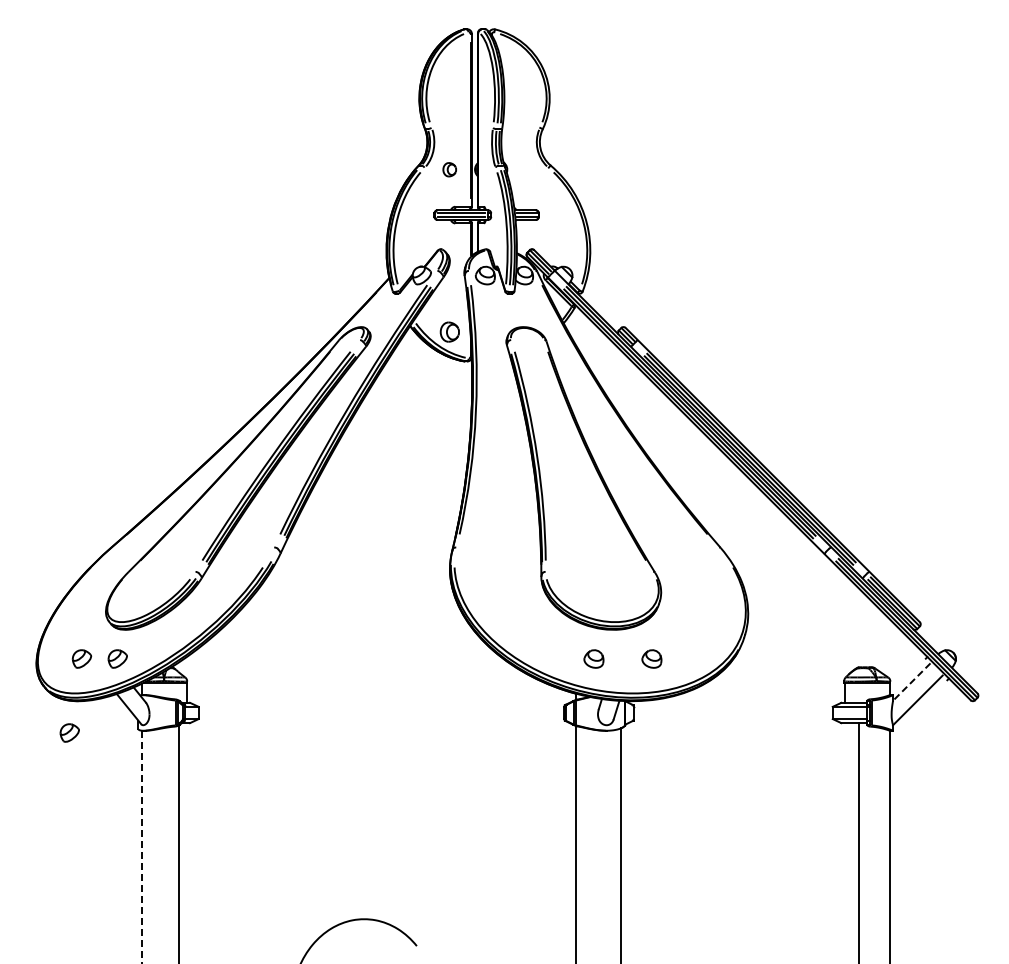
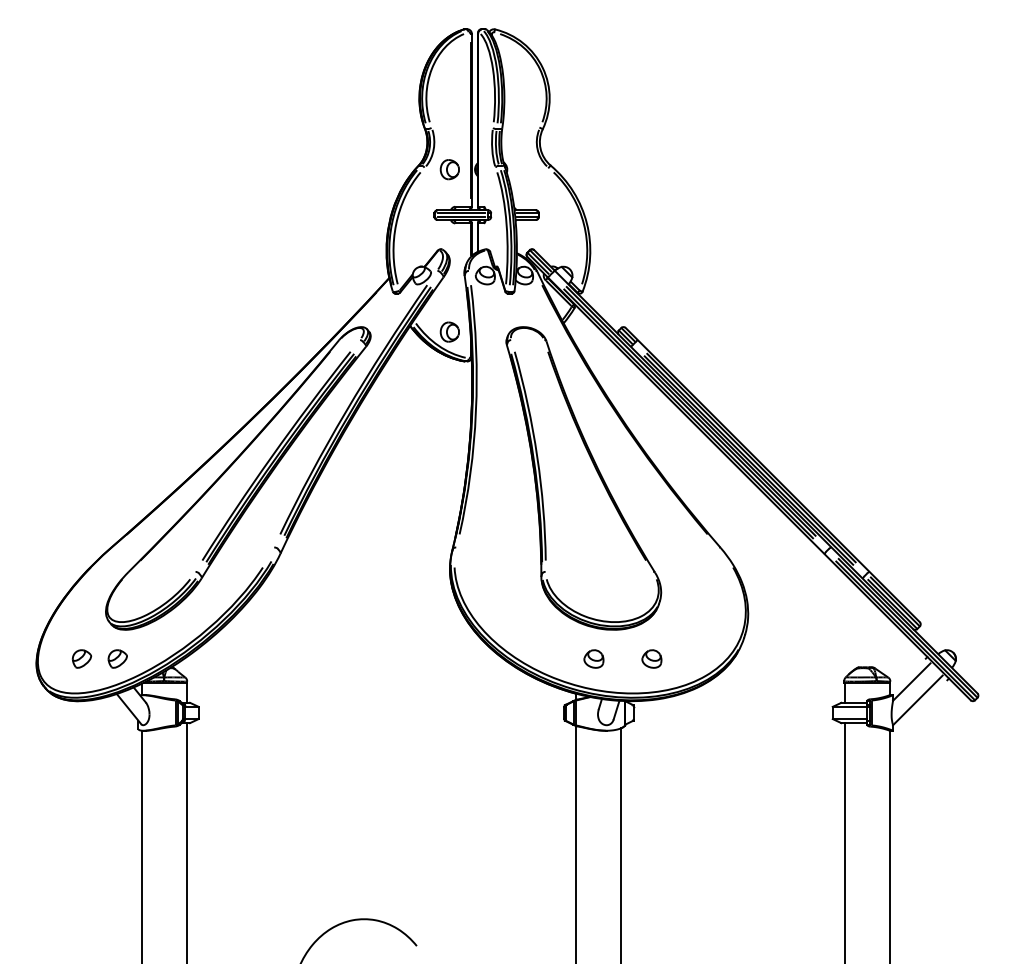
part at (449, 169) size: 15x16 px -> 21x22 px
line at (911, 682): dashed -> solid
part at (69, 732): present -> none
line at (178, 841) position: (178, 841) -> (186, 841)
line at (858, 841) position: (858, 841) -> (844, 841)
line at (141, 847): dashed -> solid
